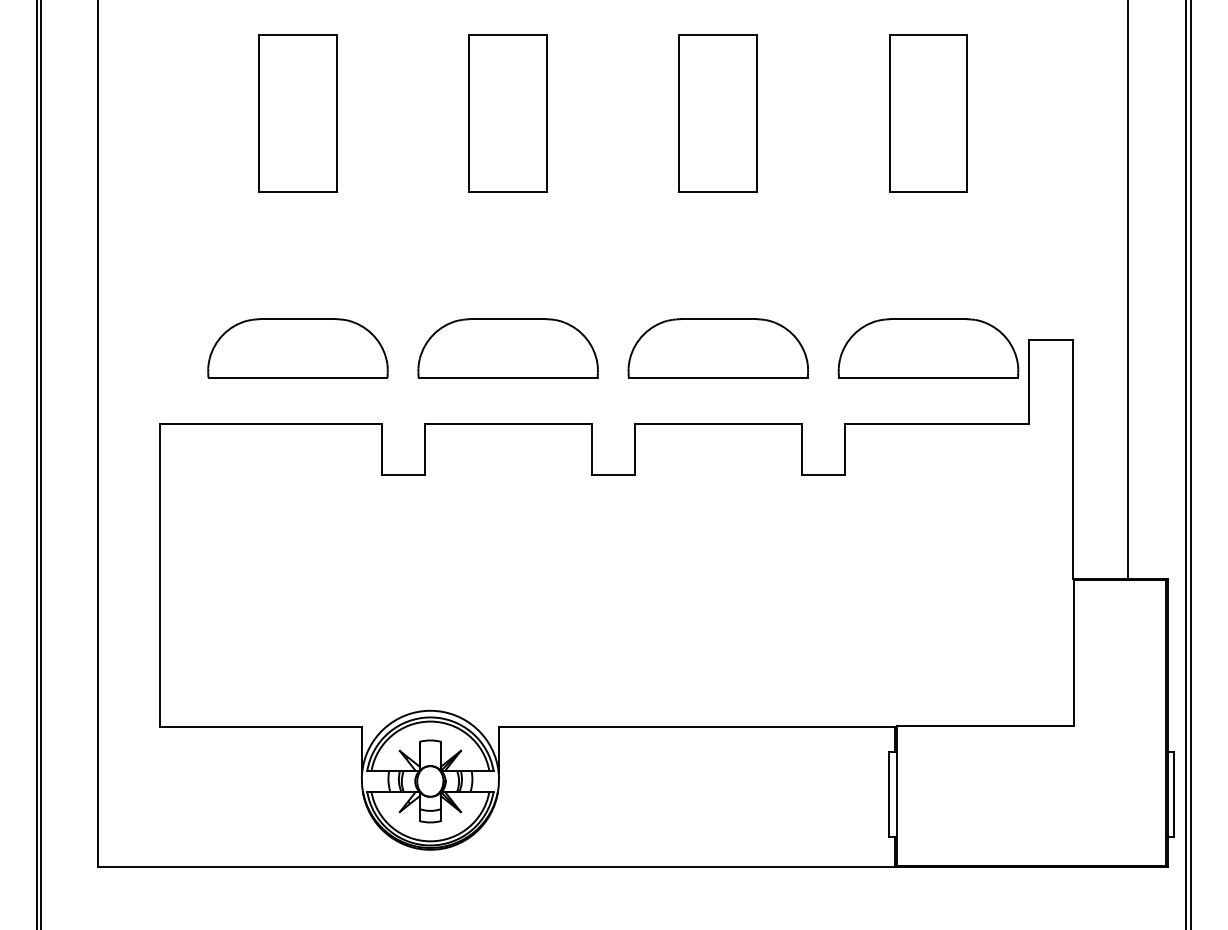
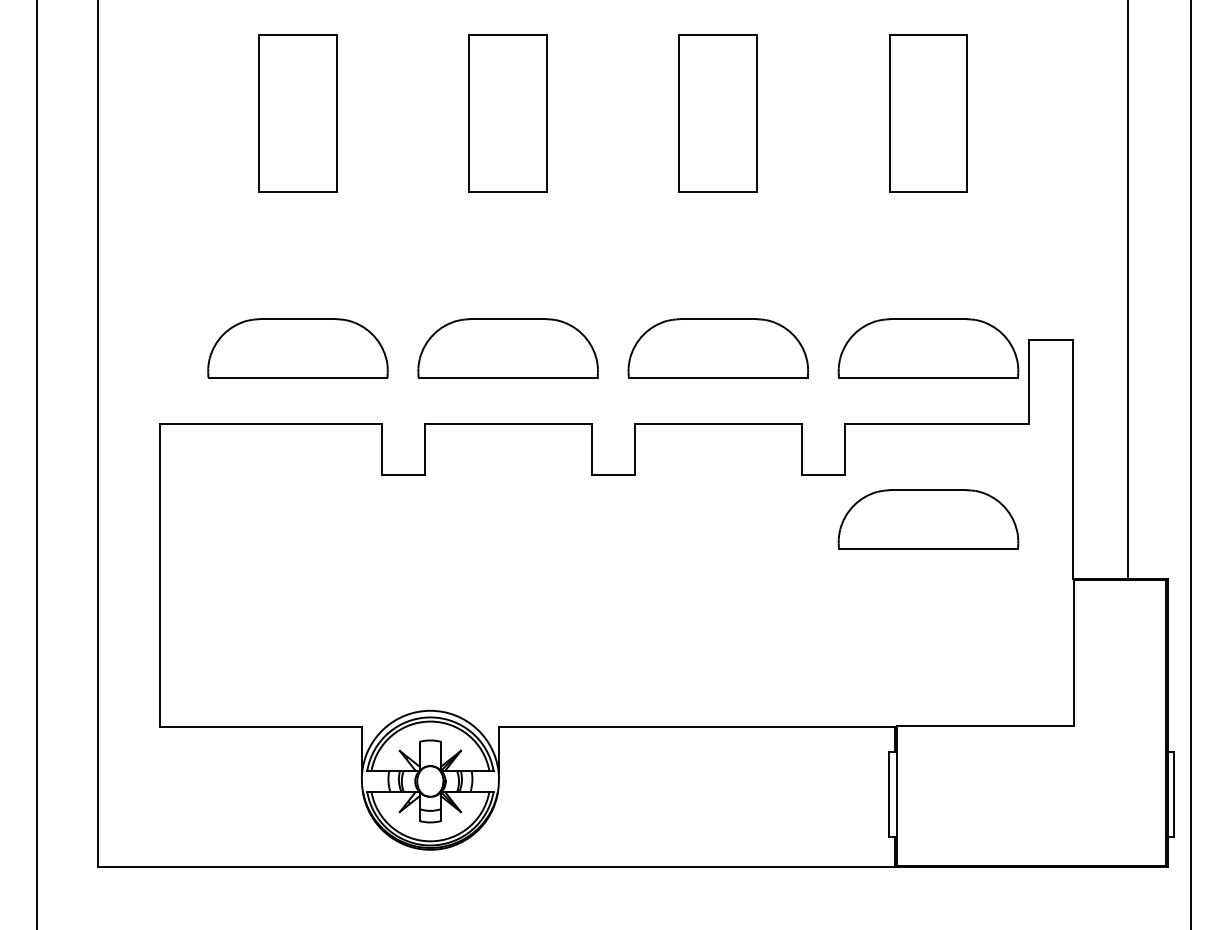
line at (40, 464): present -> none
line at (1185, 464): present -> none
part at (928, 519): none -> present
